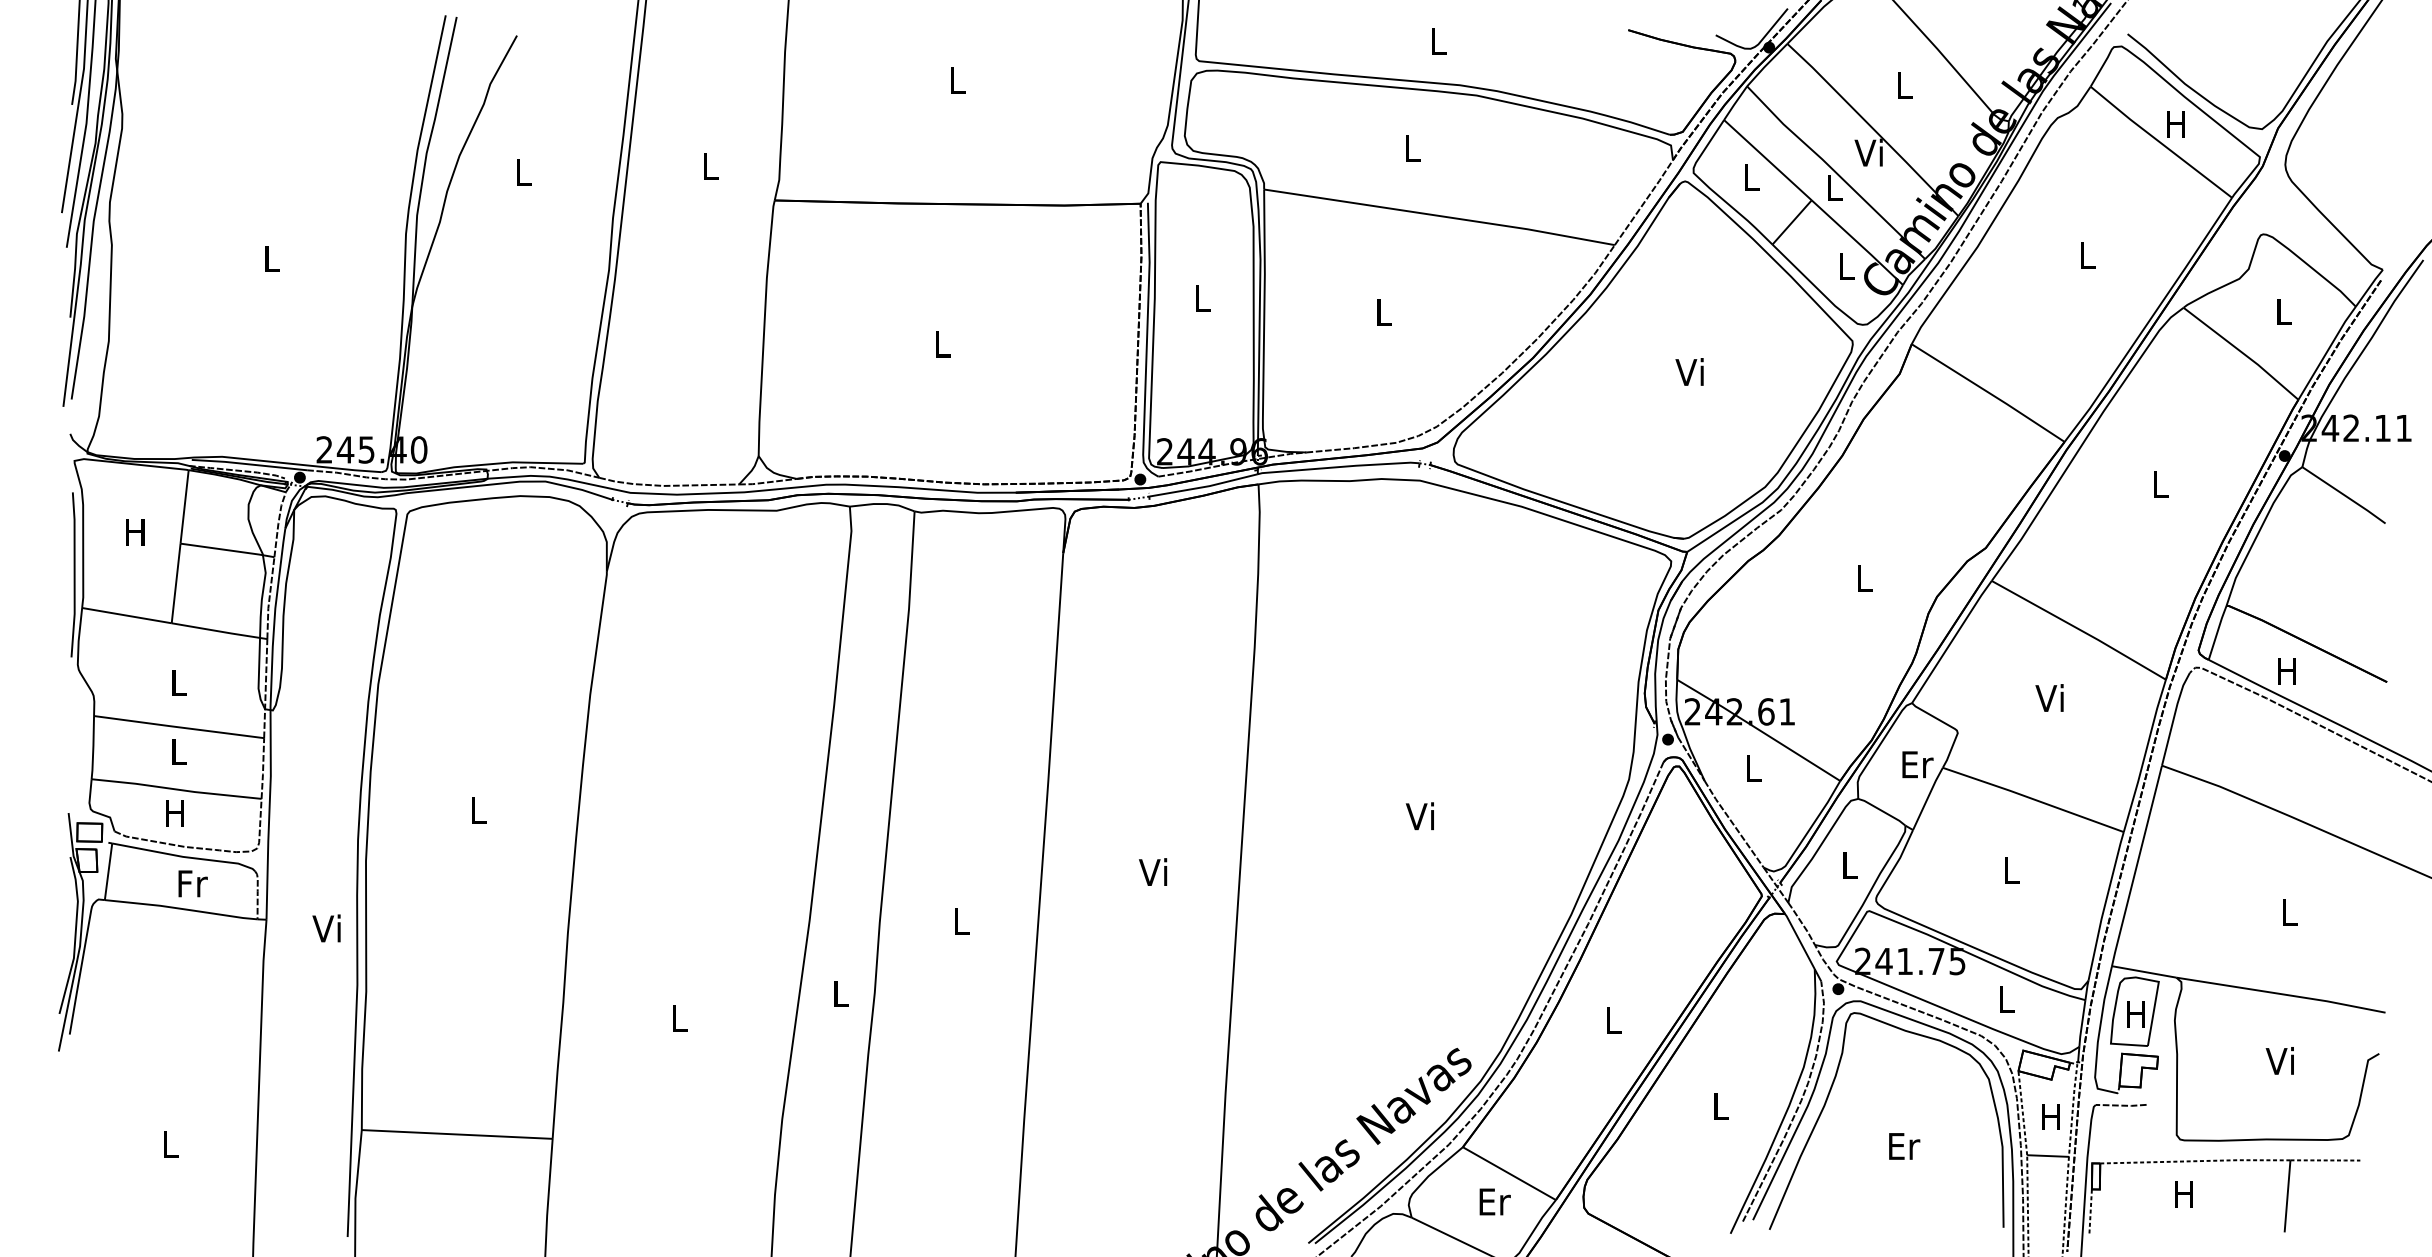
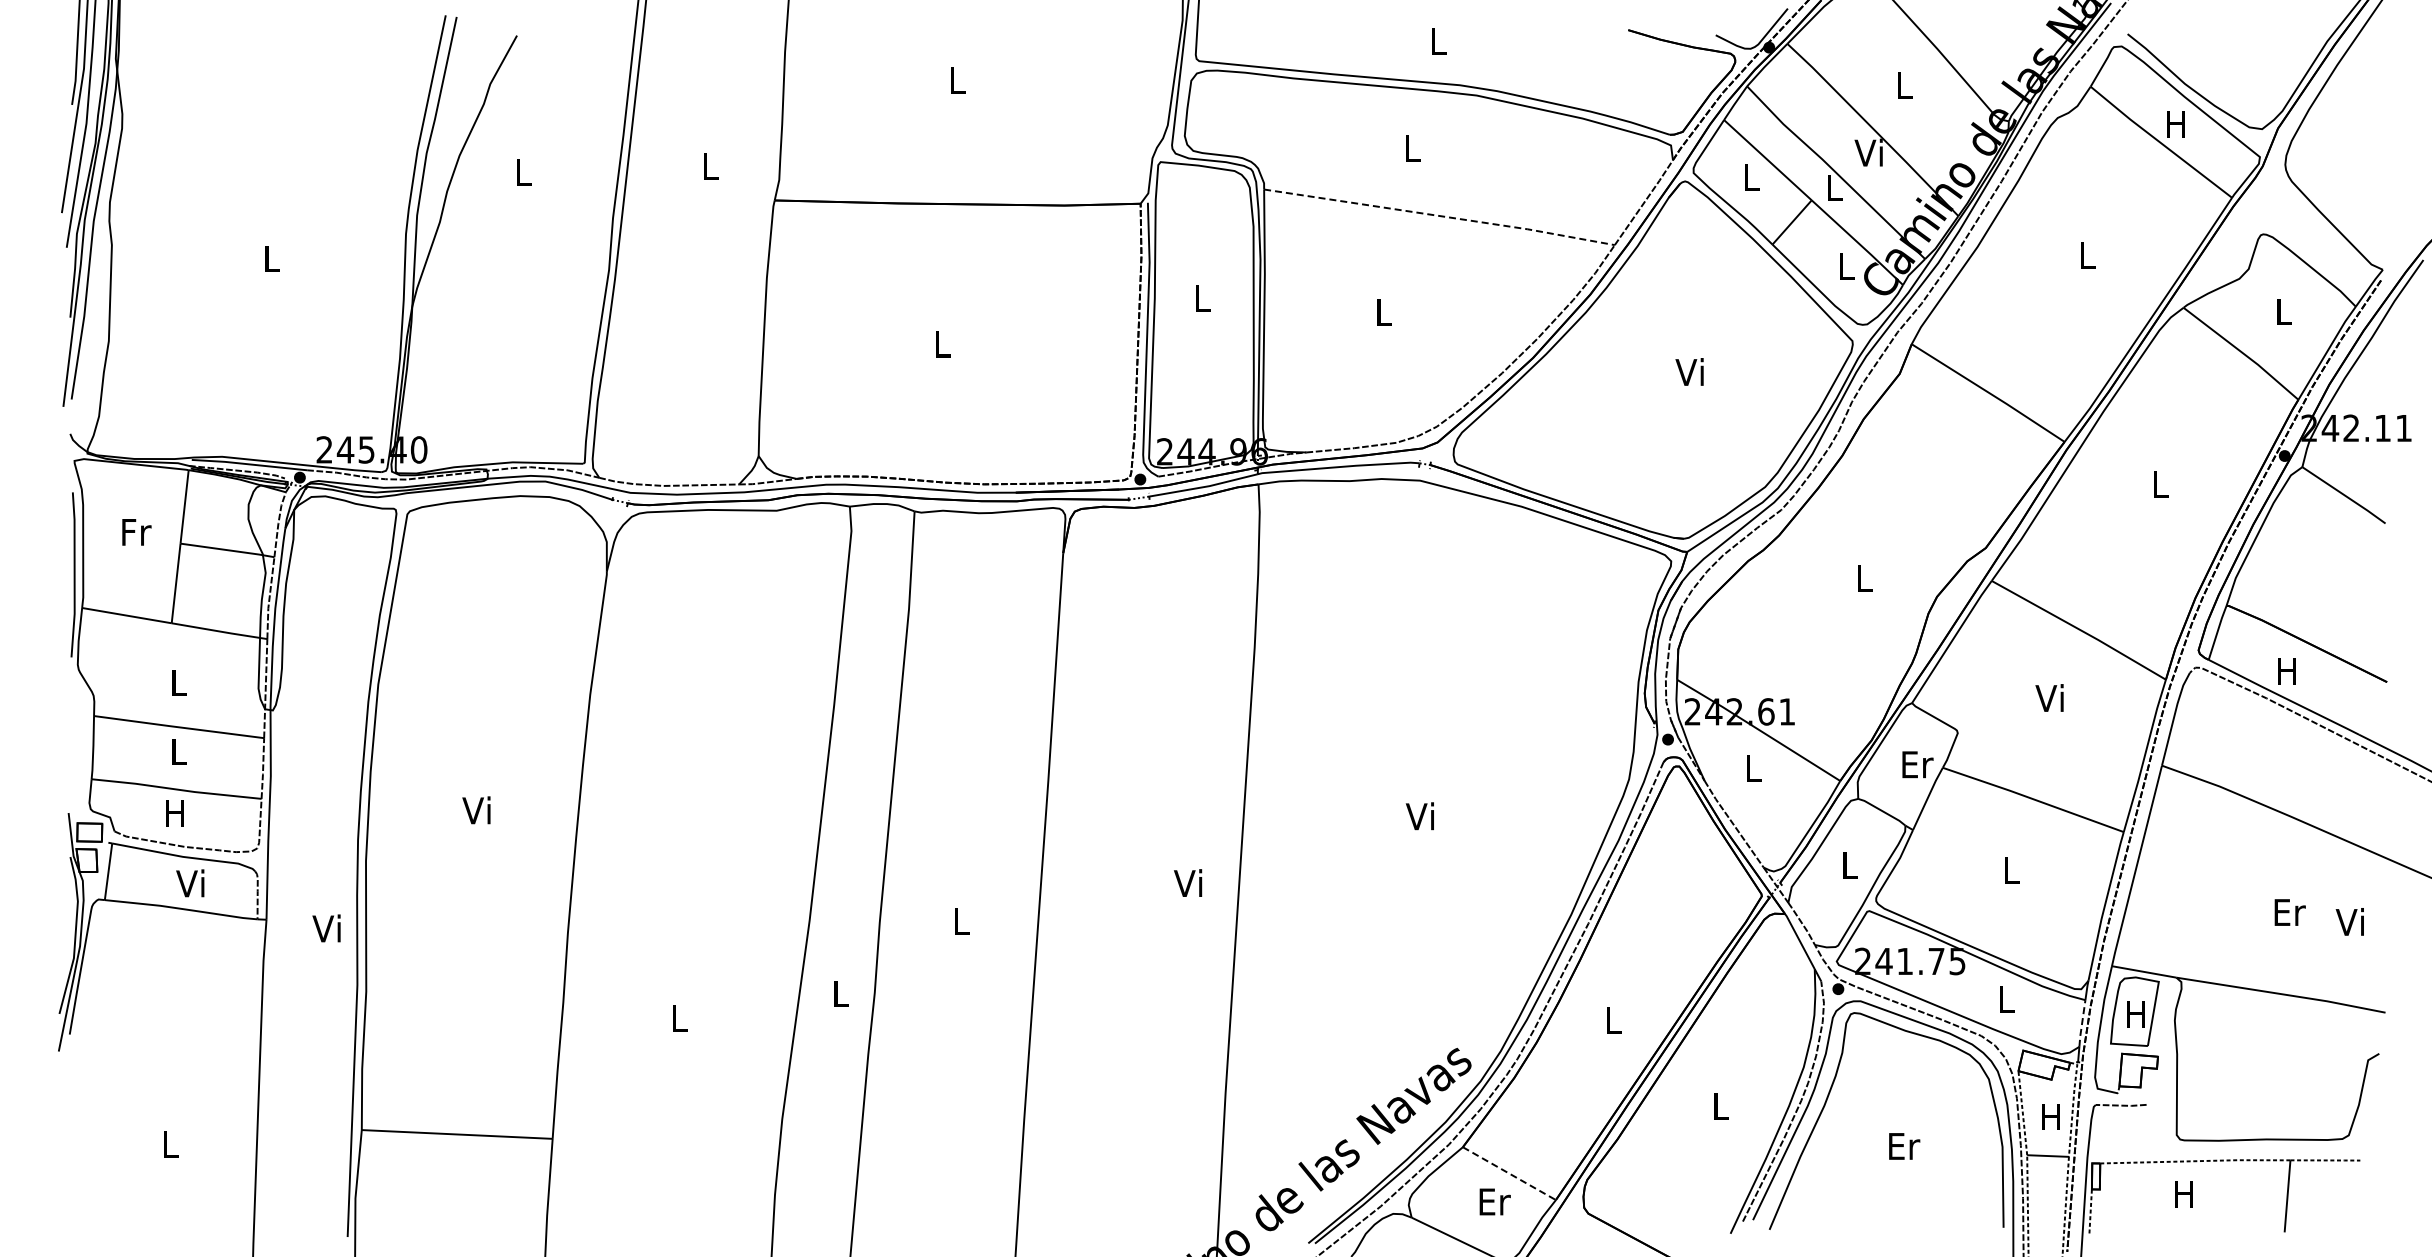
line at (1440, 216): solid -> dashed
text at (136, 532): H -> Fr
text at (476, 810): L -> Vi
text at (1153, 871) position: (1153, 871) -> (1188, 882)
text at (191, 883): Fr -> Vi
text at (2289, 912): L -> Er
line at (2082, 1023): solid -> dashed
text at (2279, 1060) position: (2279, 1060) -> (2349, 921)
line at (1509, 1173): solid -> dashed
